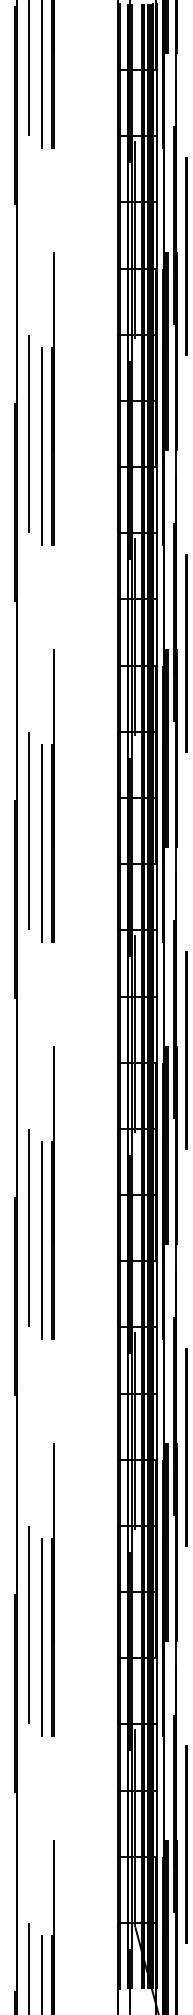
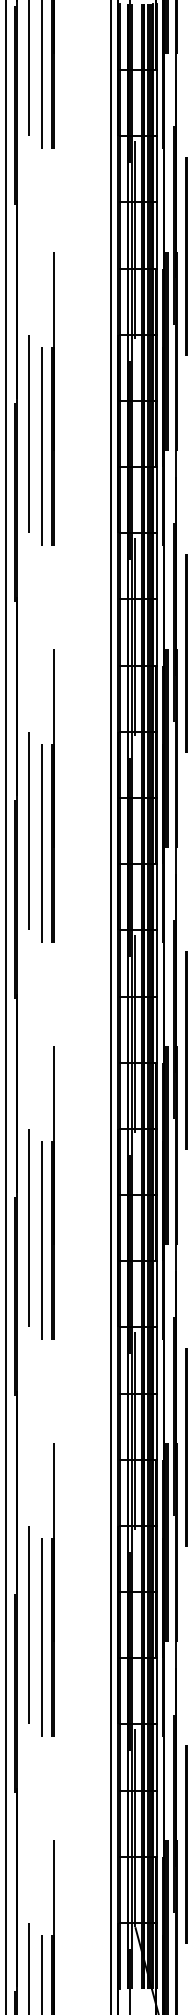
line at (5, 1006): none -> present
line at (110, 1006): none -> present
